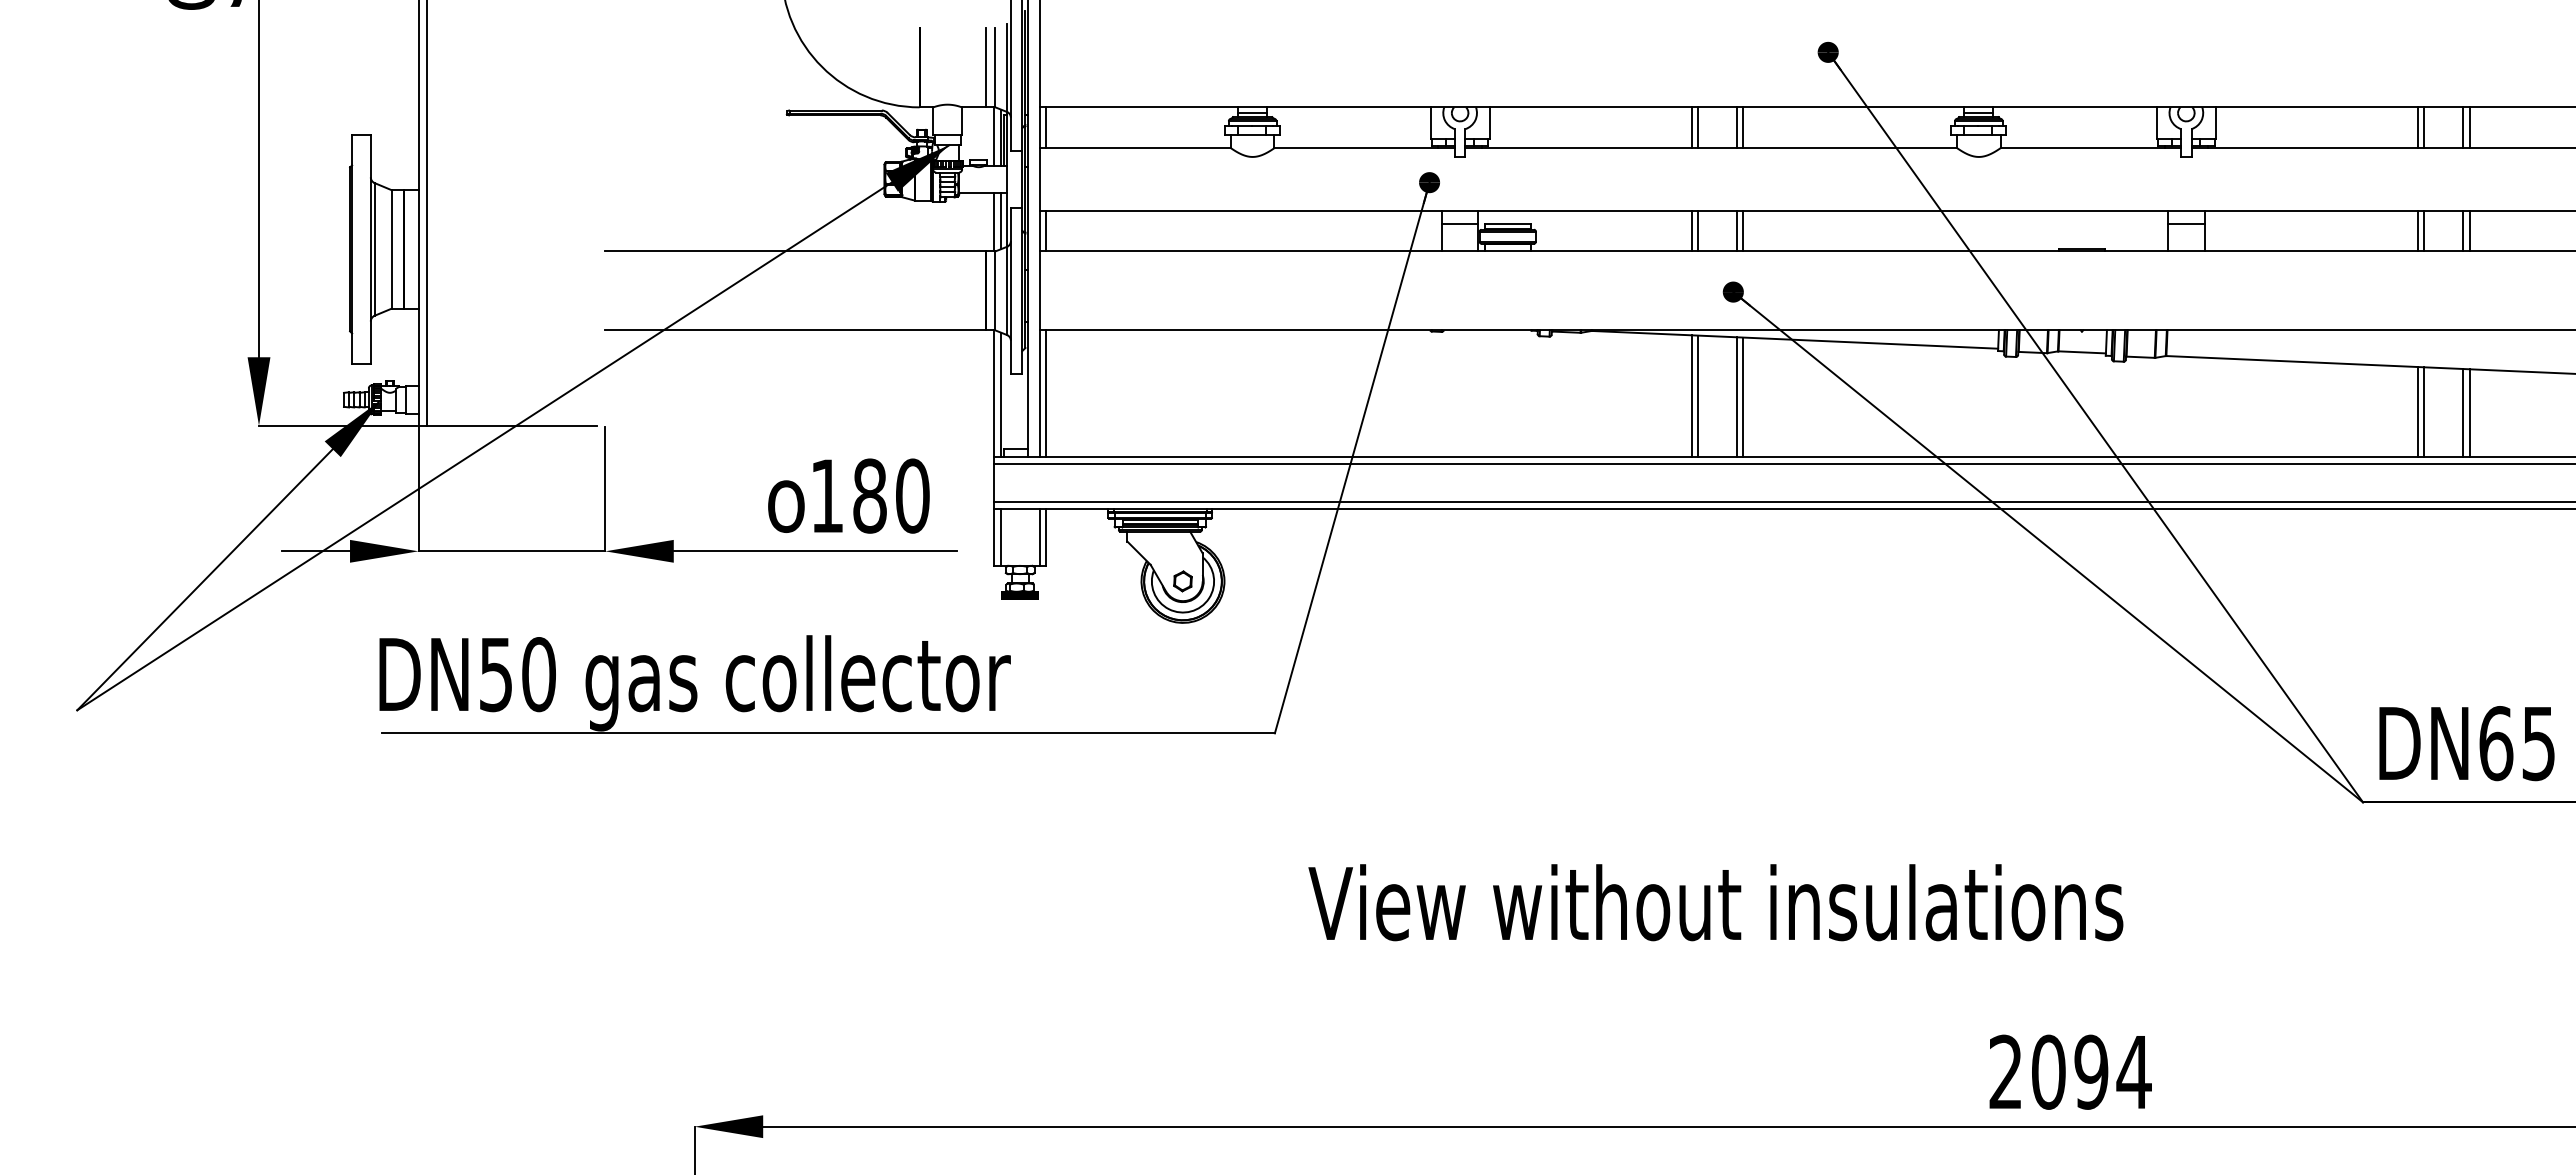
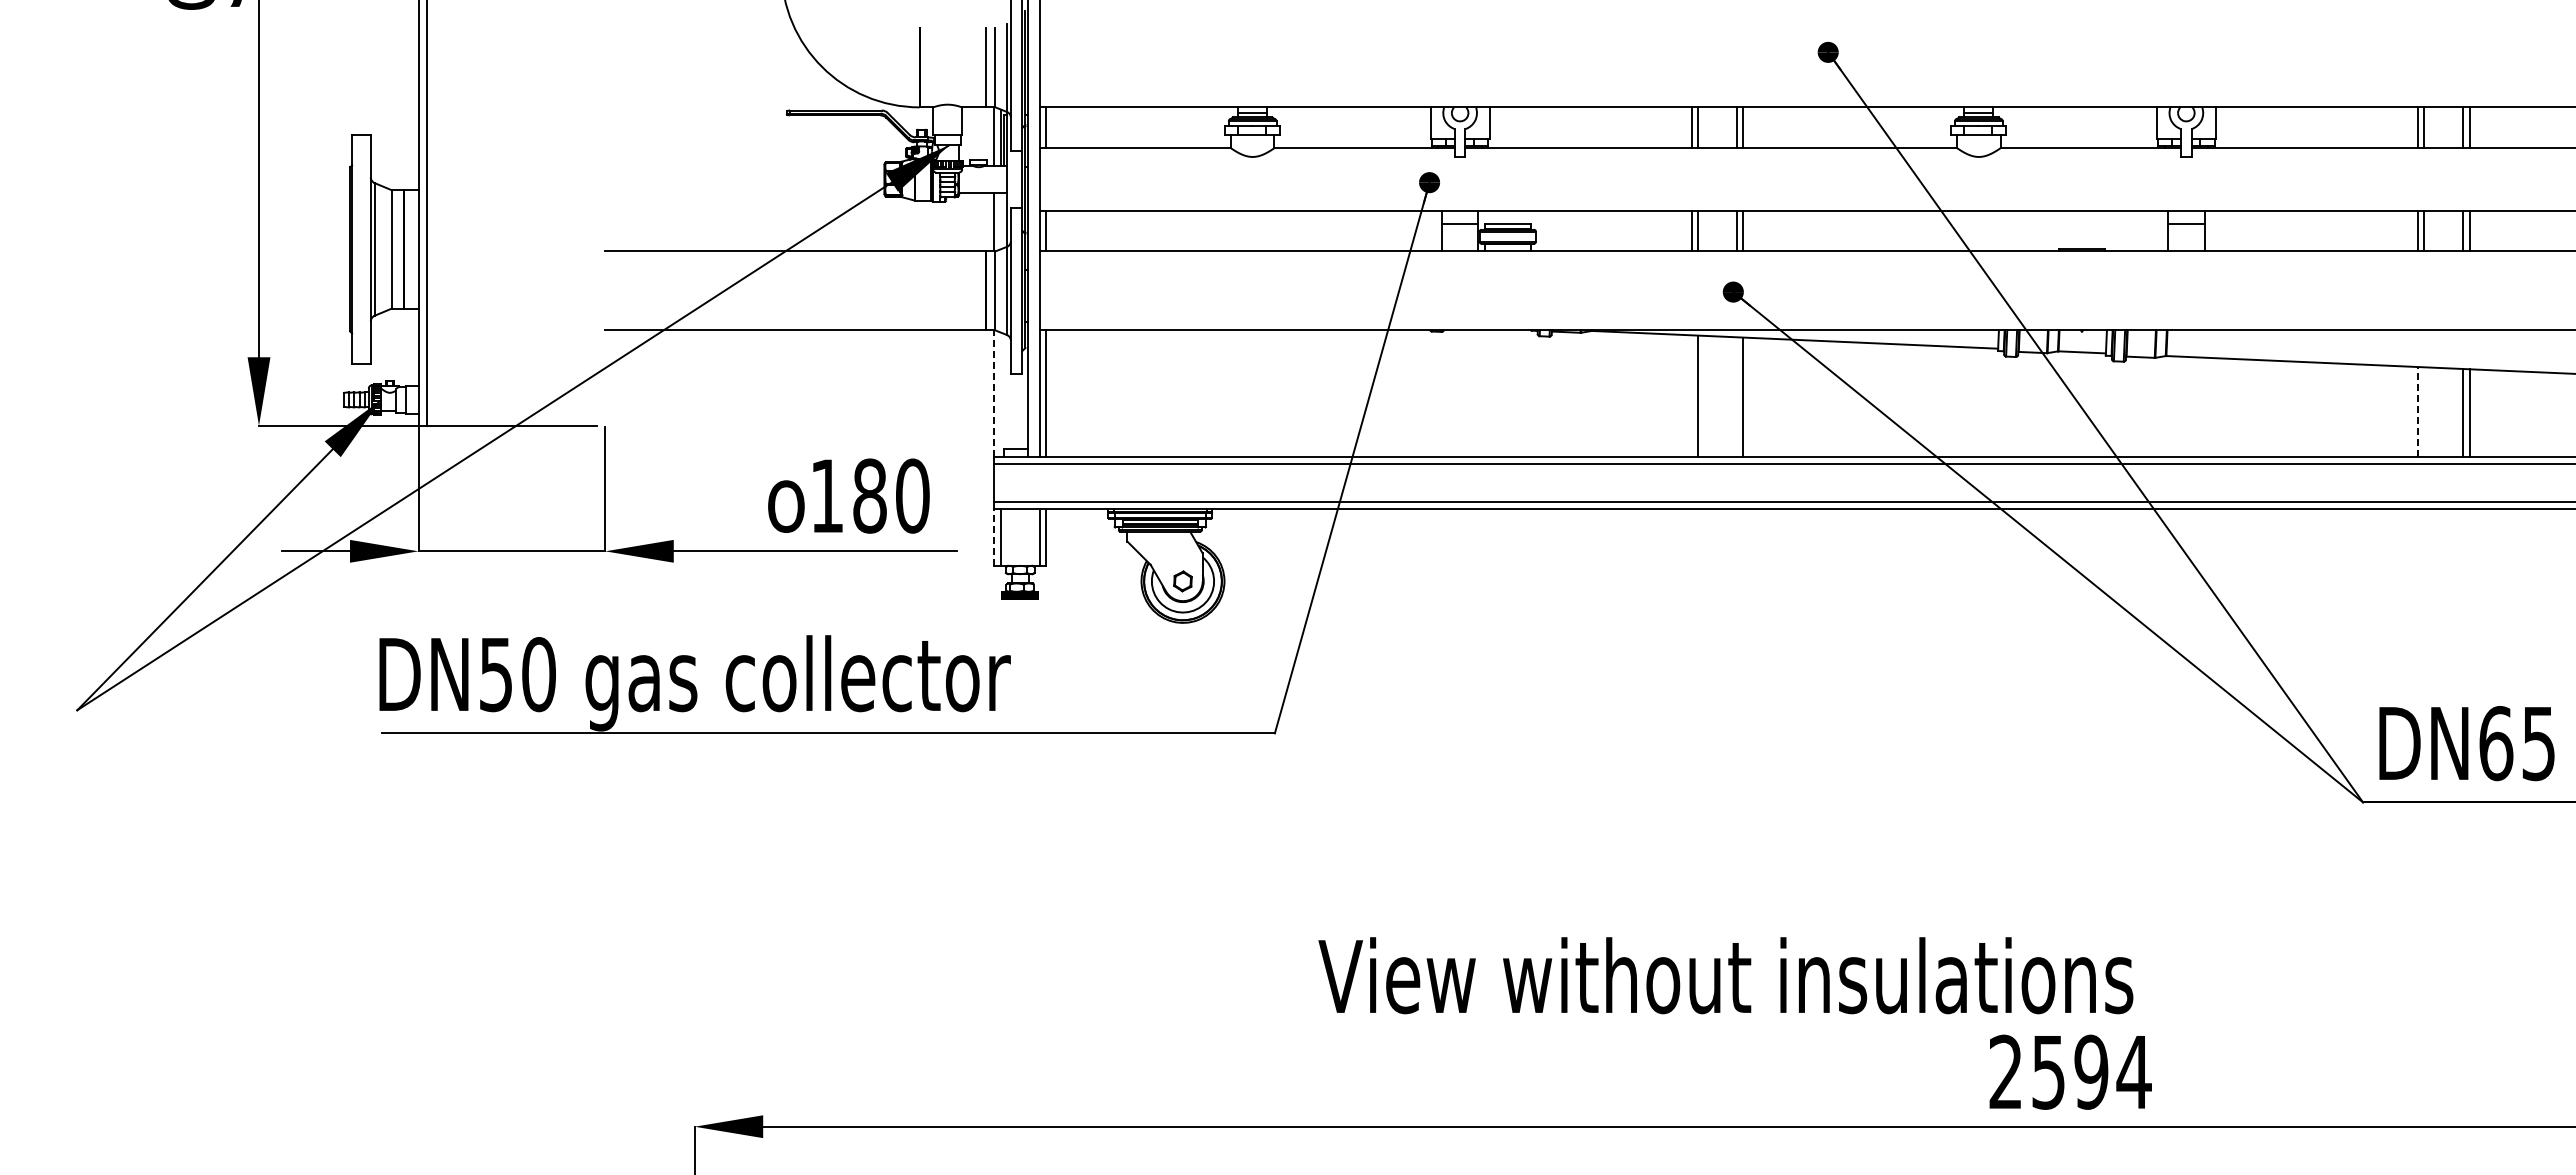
line at (1000, 221): present -> none
line at (994, 393): solid -> dashed
line at (1000, 394): present -> none
line at (1691, 395): present -> none
line at (1736, 396): present -> none
line at (2417, 411): solid -> dashed
line at (2424, 411): present -> none
line at (994, 537): solid -> dashed
text at (1715, 902) position: (1715, 902) -> (1725, 975)
text at (2048, 1071): 2094 -> 2594
